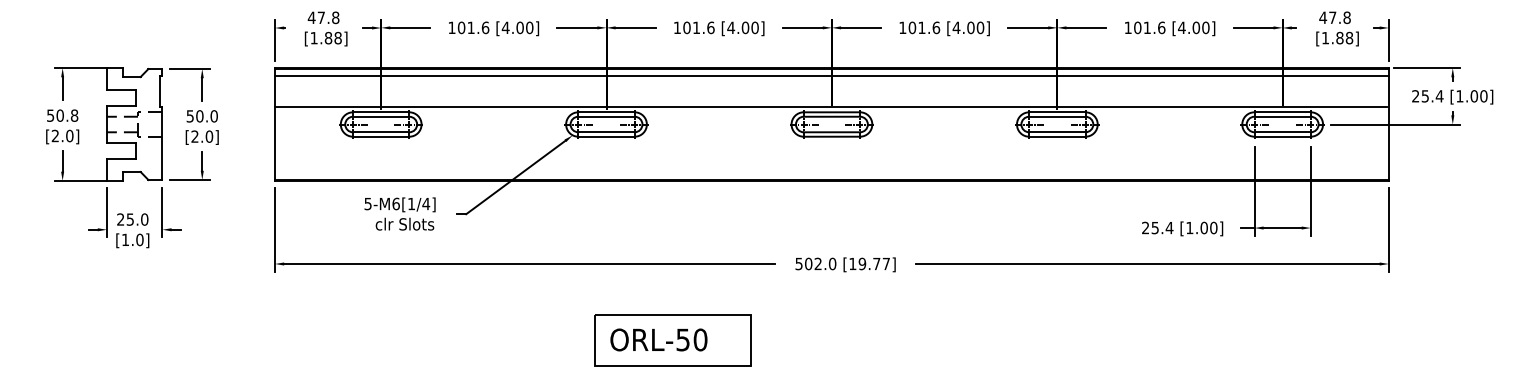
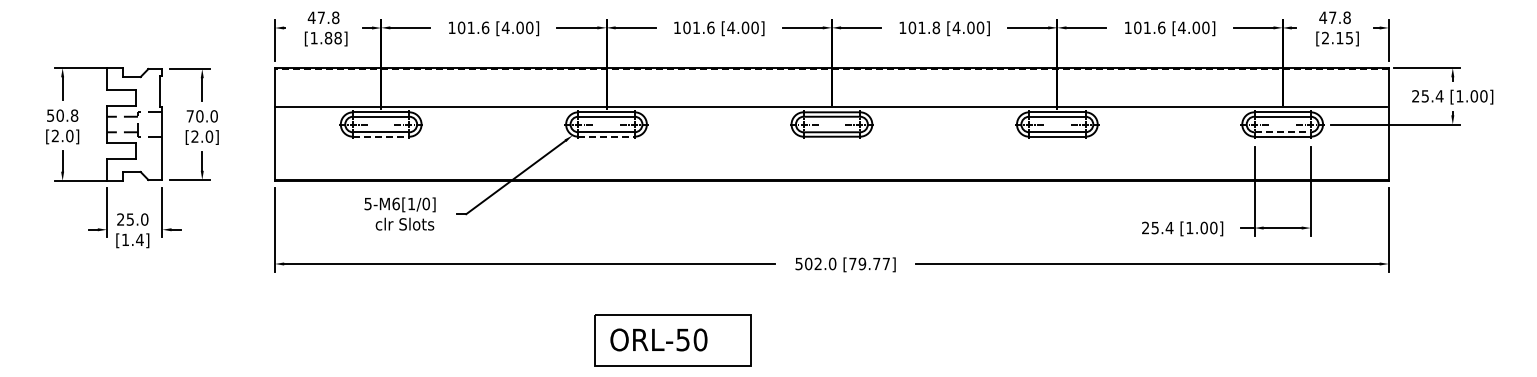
text at (936, 27): 101.6 -> 101.8
text at (1337, 37): [1.88] -> [2.15]
line at (831, 69): solid -> dashed
line at (831, 75): present -> none
text at (189, 116): 50.0 -> 70.0
line at (1283, 132): solid -> dashed
line at (381, 136): solid -> dashed
line at (607, 136): solid -> dashed
text at (426, 203): 5-M6[1/4] -> 5-M6[1/0]
text at (139, 239): [1.0] -> [1.4]
text at (852, 263): [19.77] -> [79.77]
